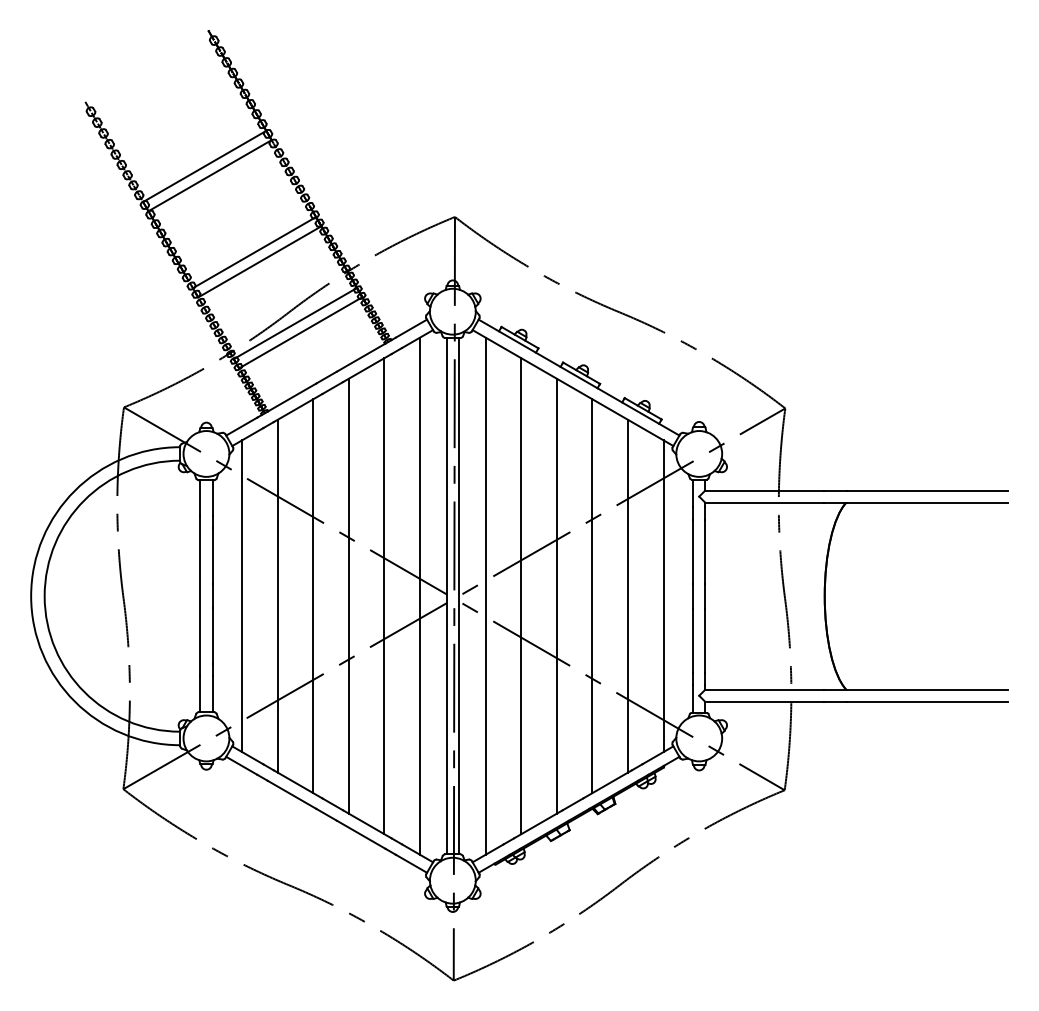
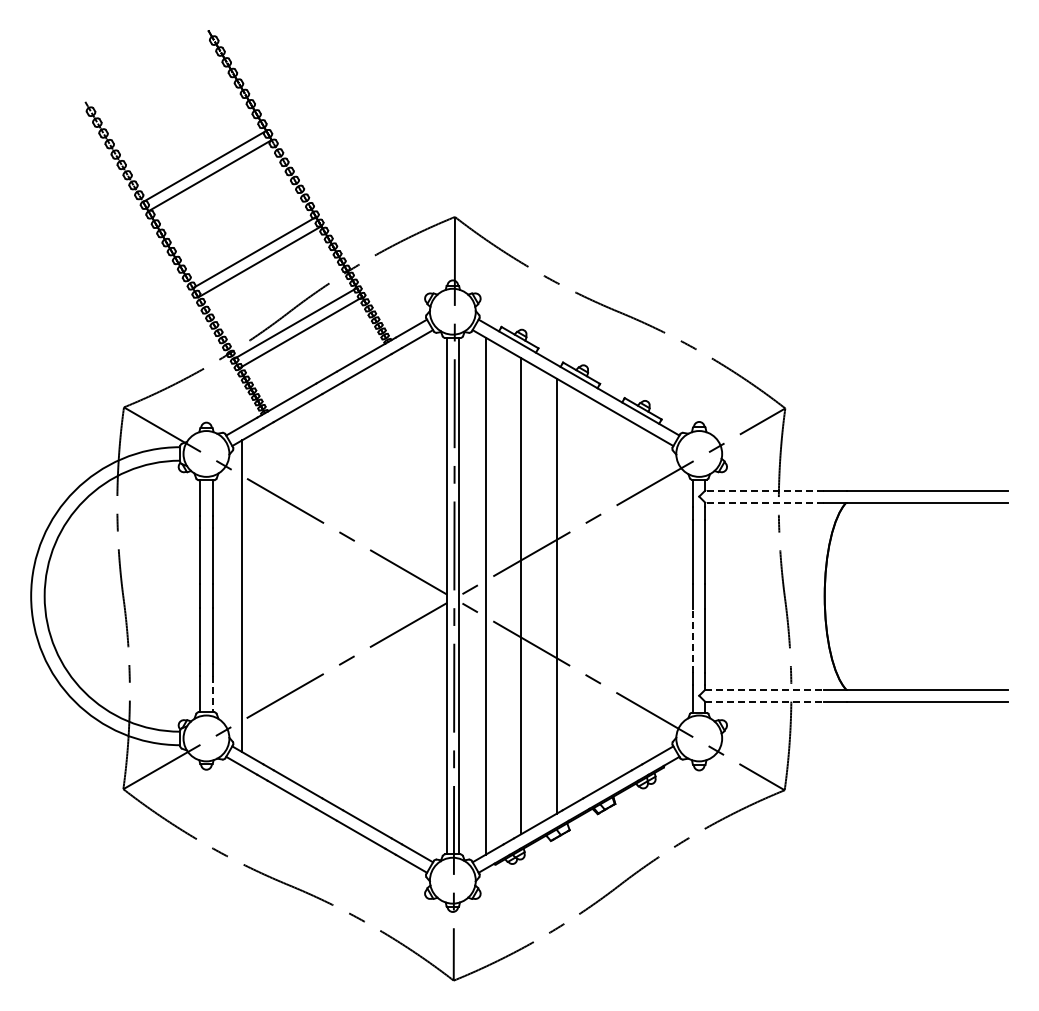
line at (763, 490): solid -> dashed
line at (763, 502): solid -> dashed
line at (277, 595): present -> none
line at (348, 595): present -> none
line at (419, 595): present -> none
line at (628, 595): present -> none
line at (313, 596): present -> none
line at (384, 596): present -> none
line at (592, 596): present -> none
line at (663, 596): present -> none
line at (693, 640): solid -> dashed
line at (764, 689): solid -> dashed
line at (212, 694): solid -> dashed
line at (764, 701): solid -> dashed
